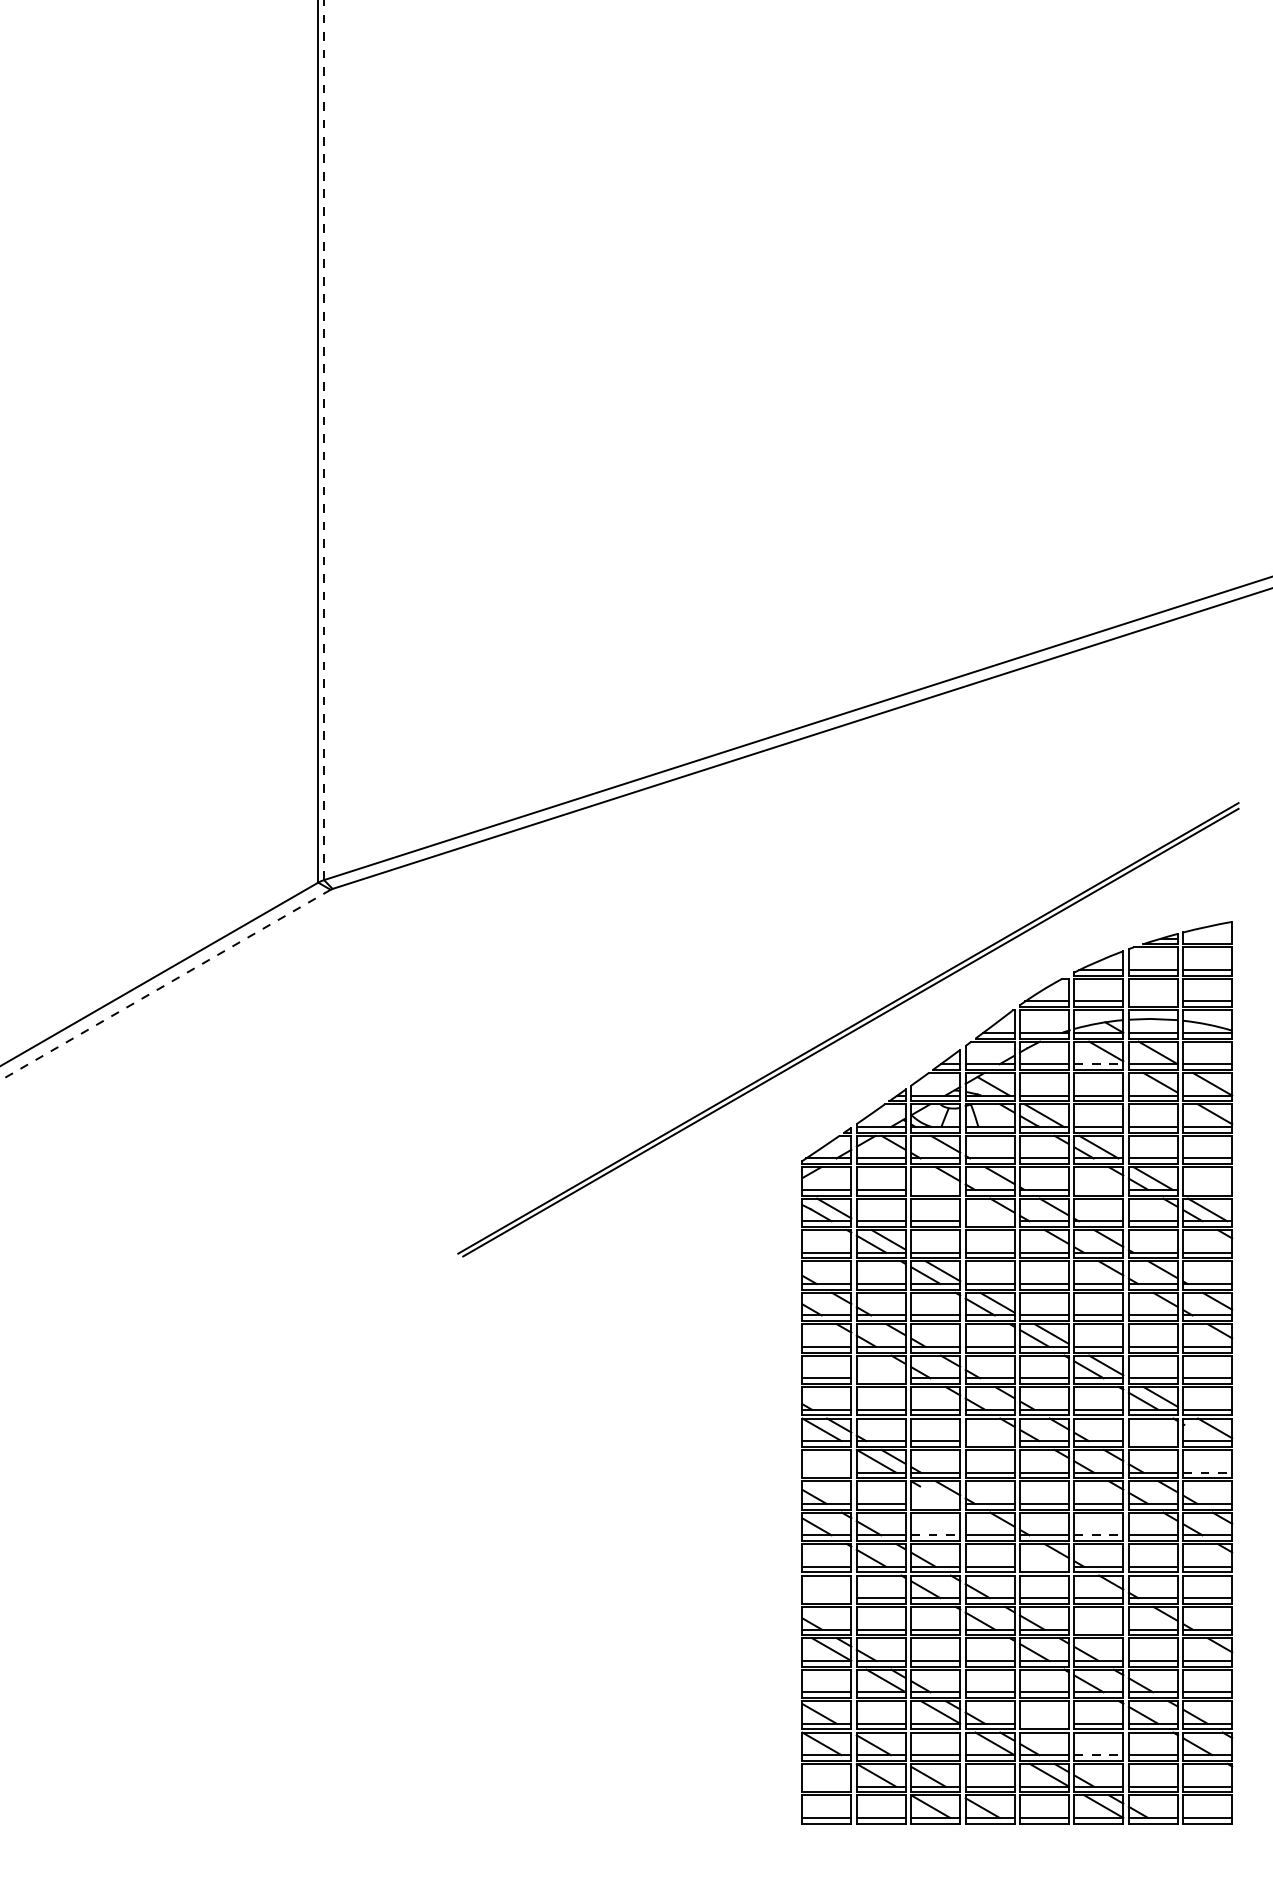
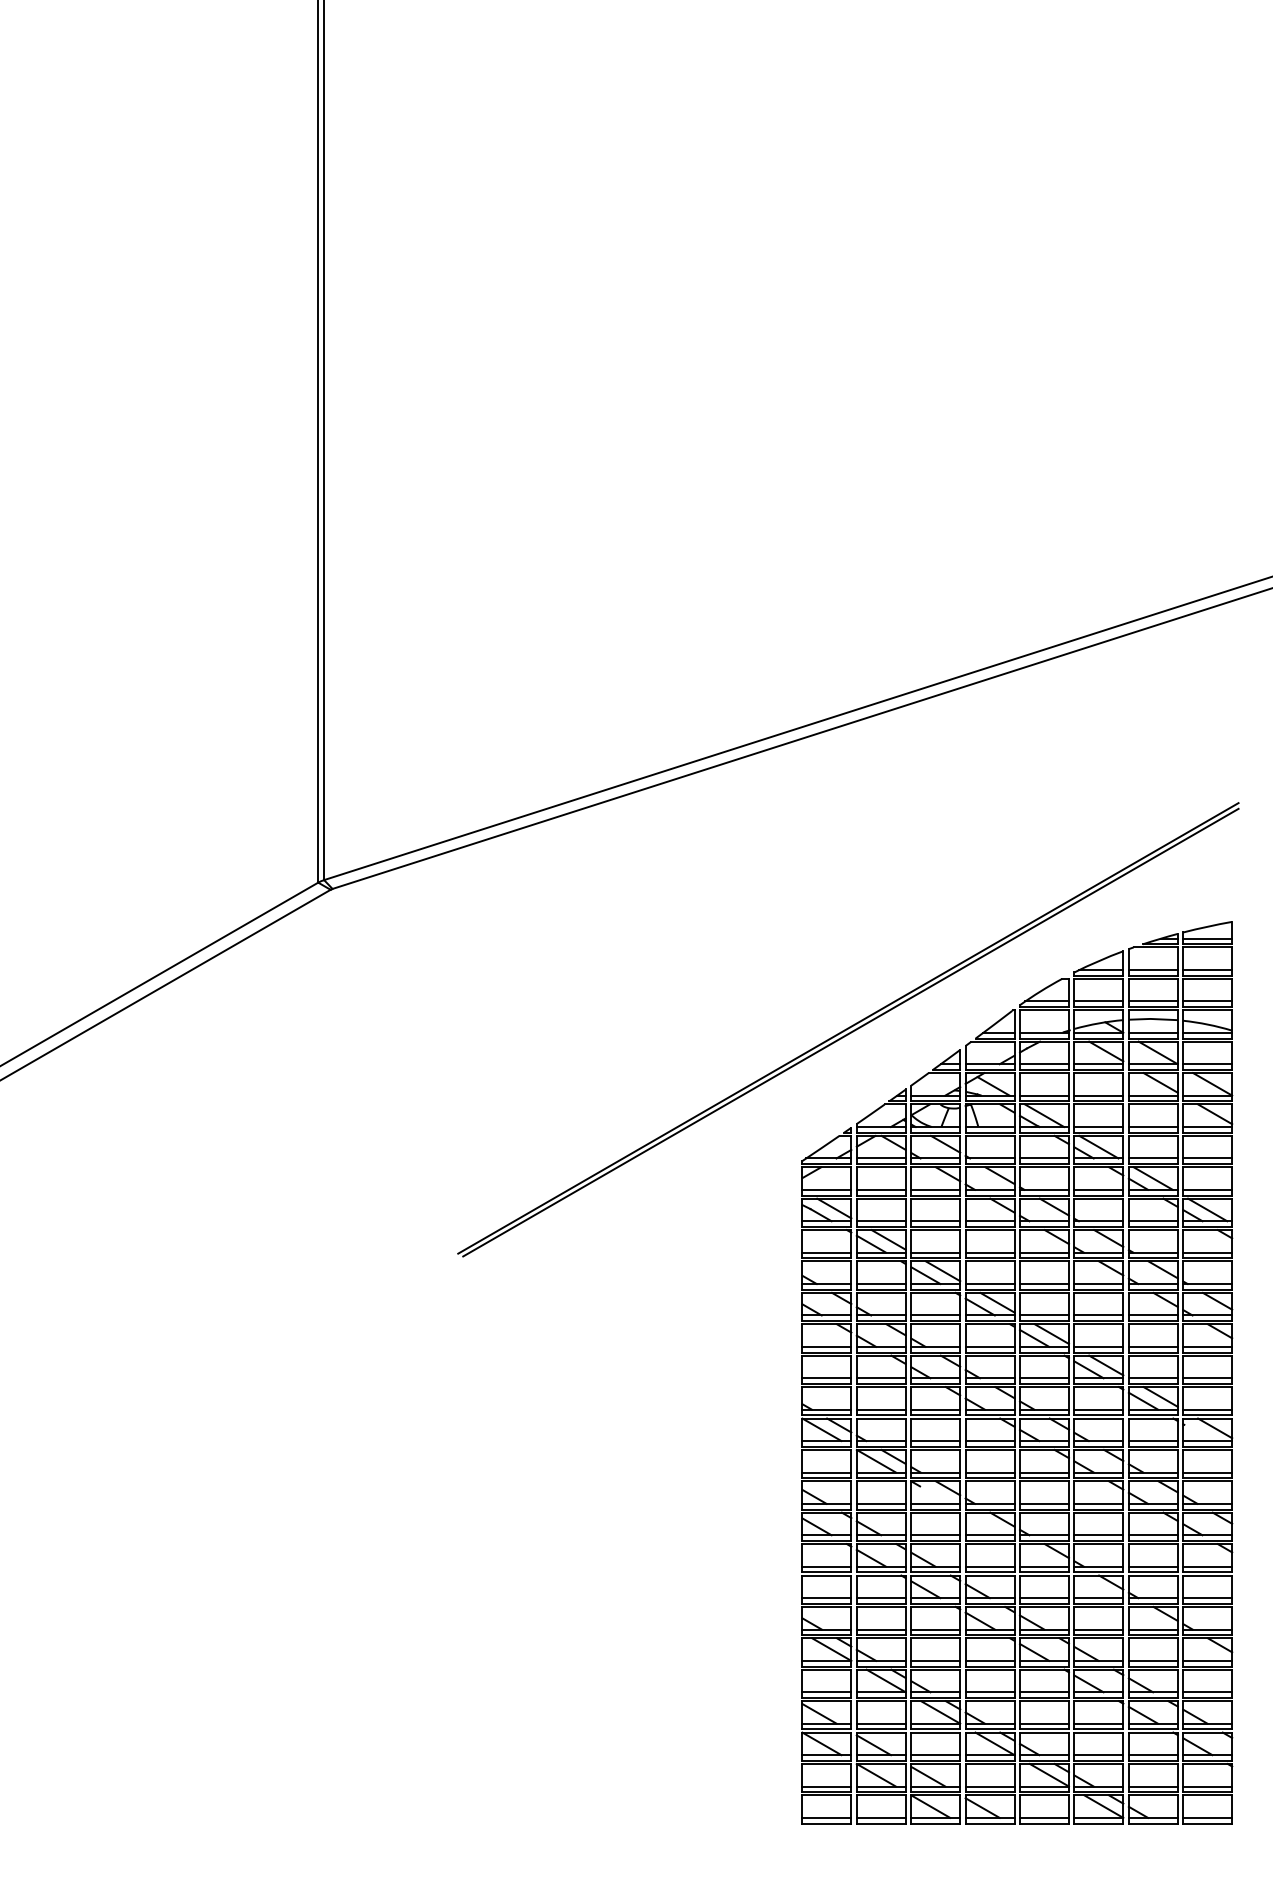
line at (324, 439): dashed -> solid
line at (1207, 938): none -> present
line at (166, 984): dashed -> solid
line at (1152, 1001): none -> present
line at (1099, 1064): dashed -> solid
line at (935, 1189): none -> present
line at (1098, 1189): none -> present
line at (1207, 1189): none -> present
line at (989, 1221): none -> present
line at (880, 1378): none -> present
line at (989, 1441): none -> present
line at (1152, 1441): none -> present
line at (826, 1472): none -> present
line at (1208, 1472): dashed -> solid
line at (935, 1503): none -> present
line at (936, 1535): dashed -> solid
line at (1099, 1535): dashed -> solid
line at (1044, 1566): none -> present
line at (826, 1598): none -> present
line at (1098, 1629): none -> present
line at (1044, 1723): none -> present
line at (1099, 1755): dashed -> solid
line at (826, 1786): none -> present
